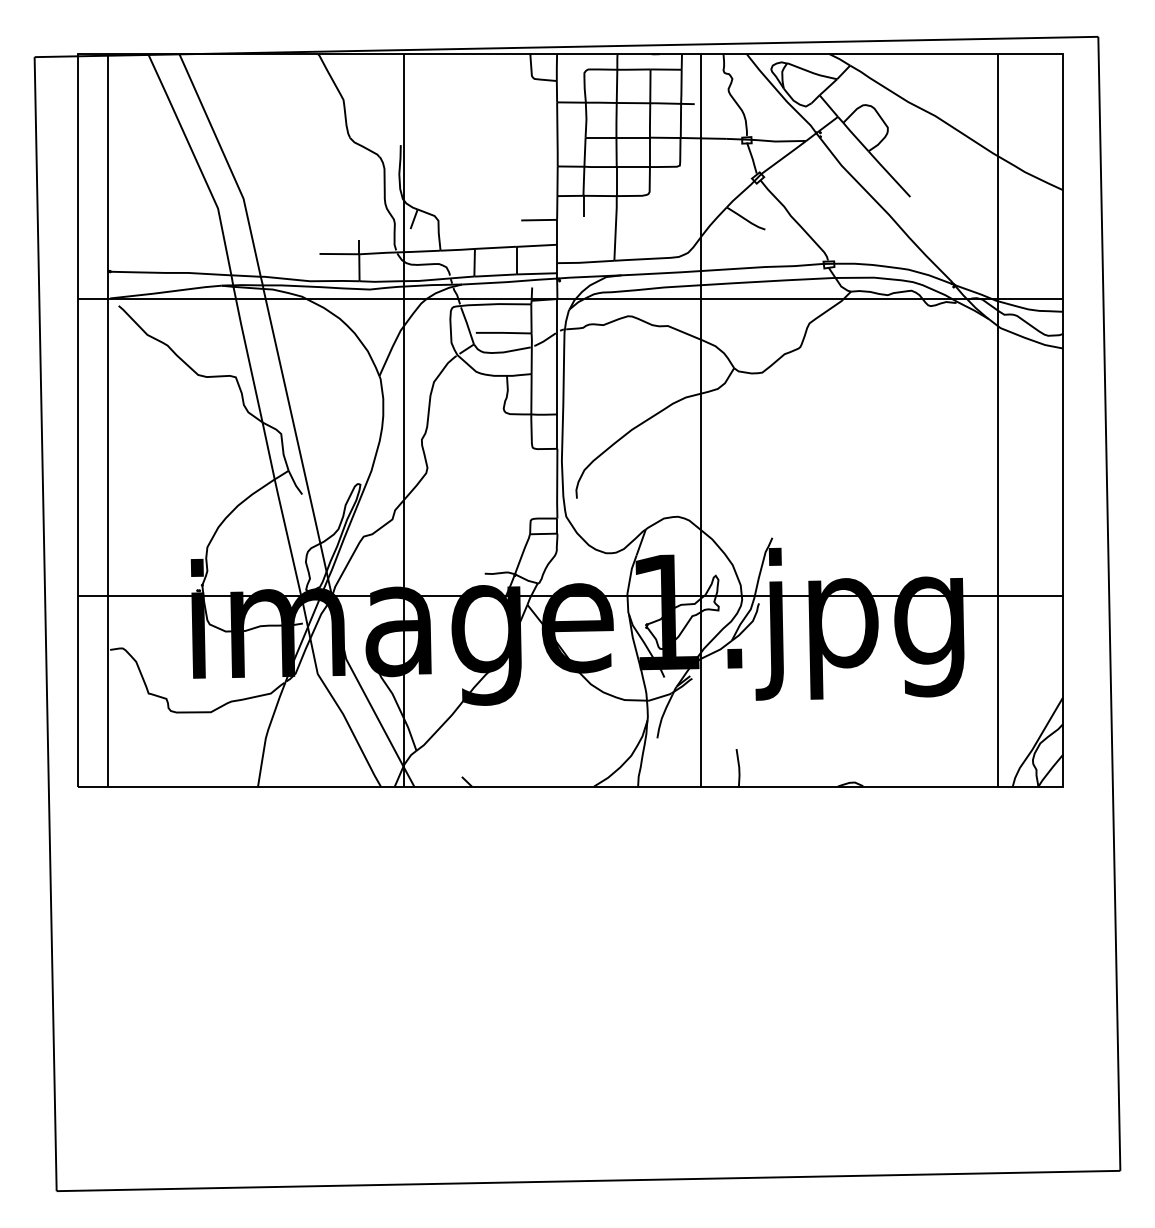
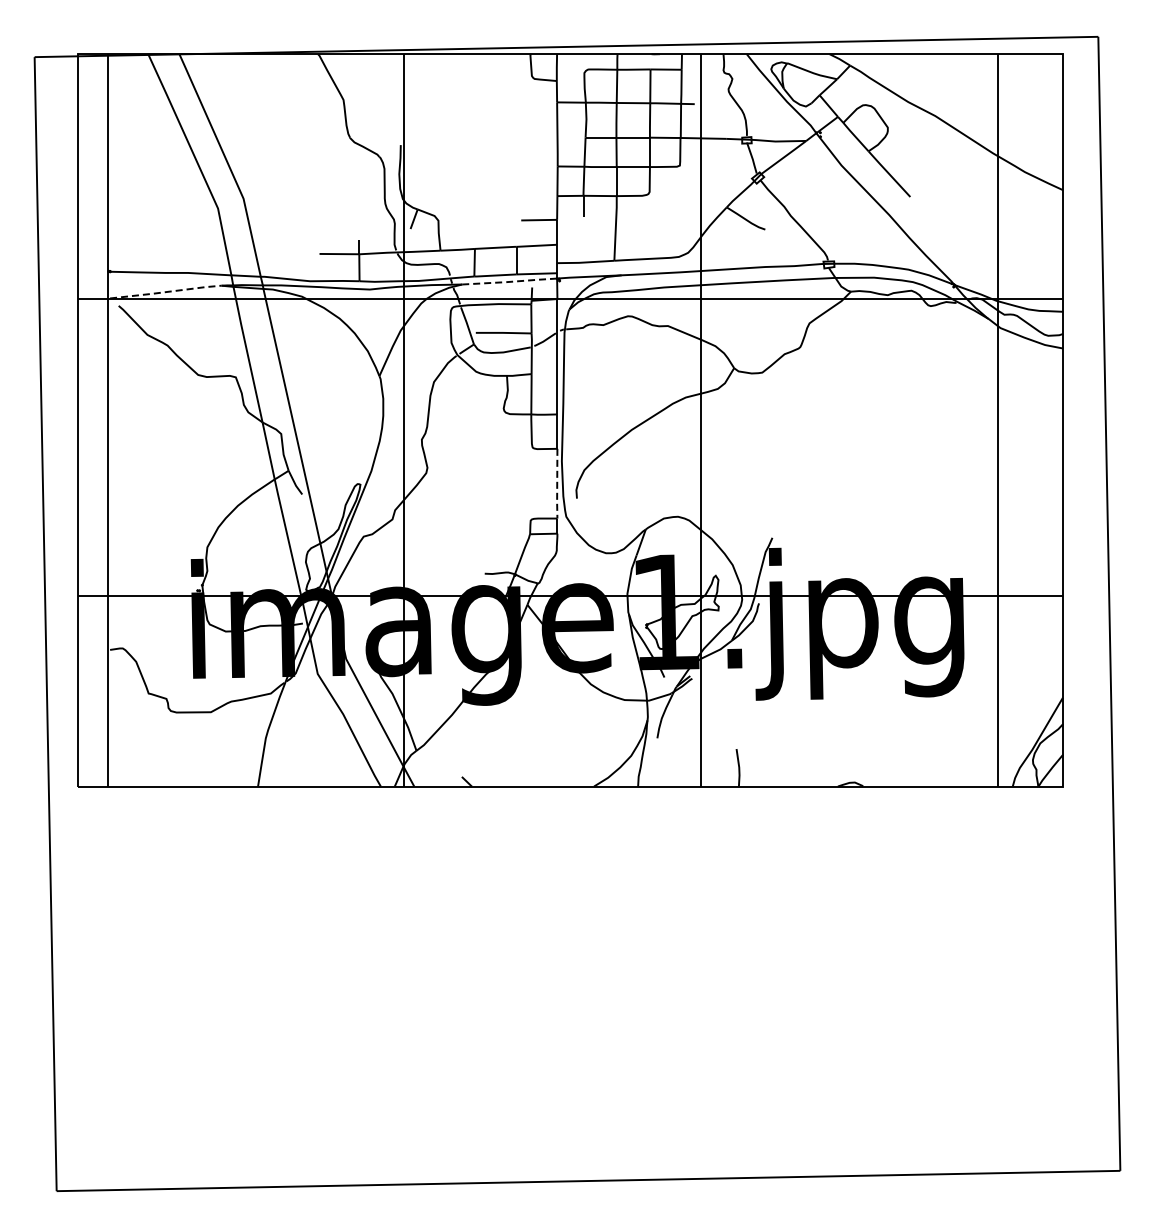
line at (510, 281): solid -> dashed
line at (166, 292): solid -> dashed
line at (557, 484): solid -> dashed
